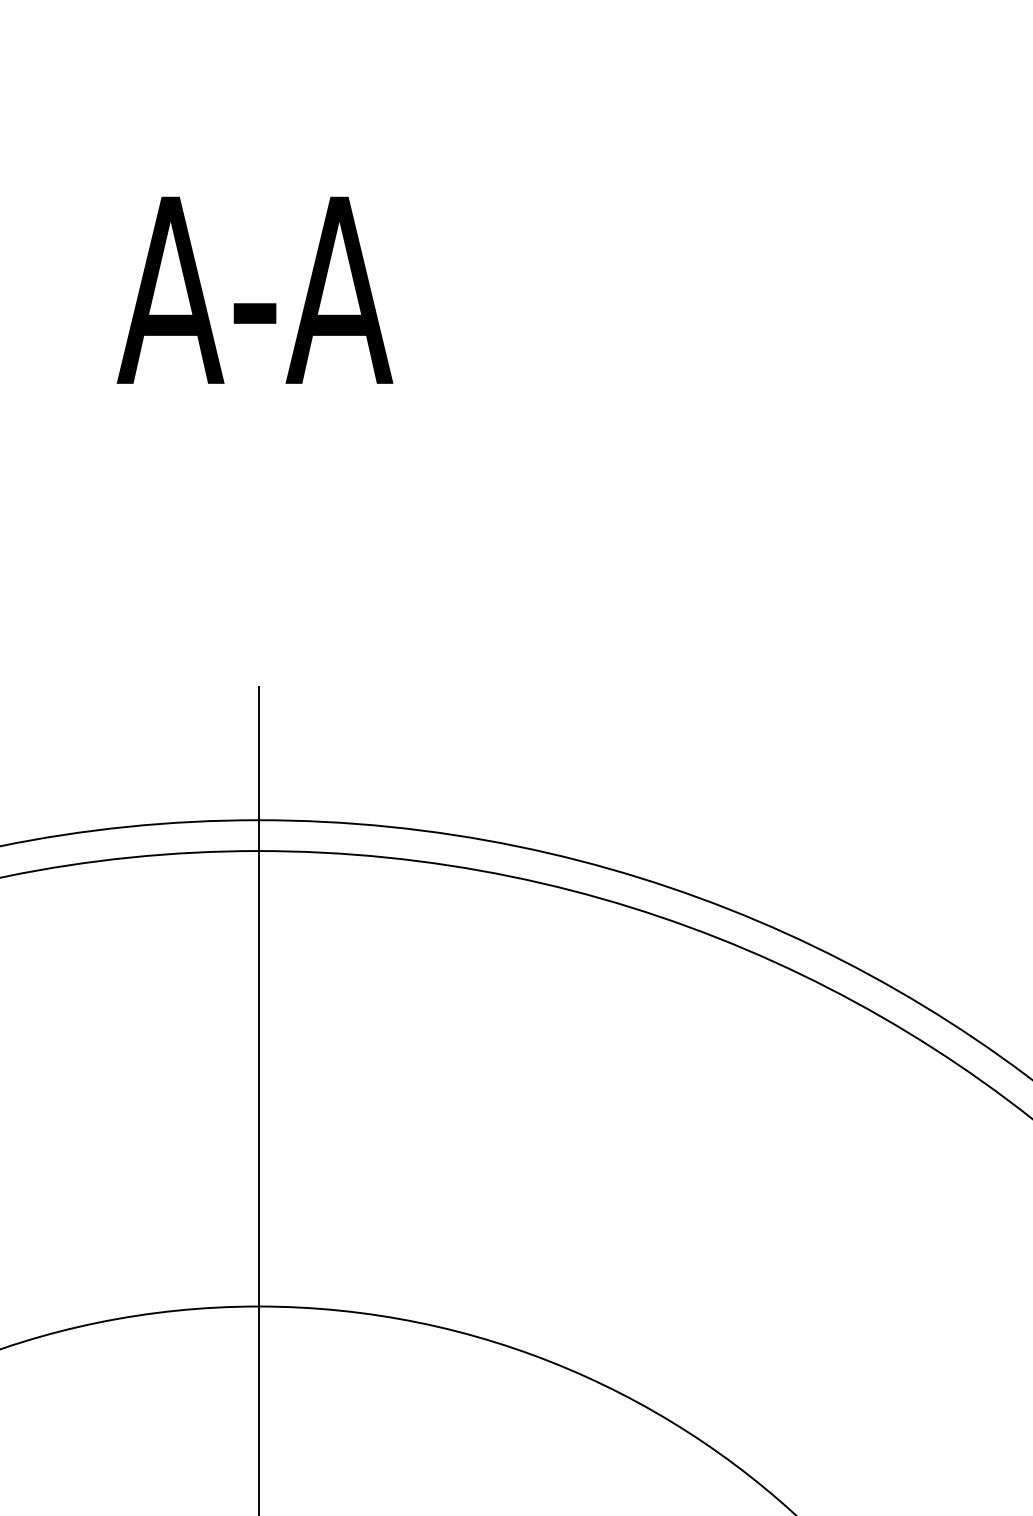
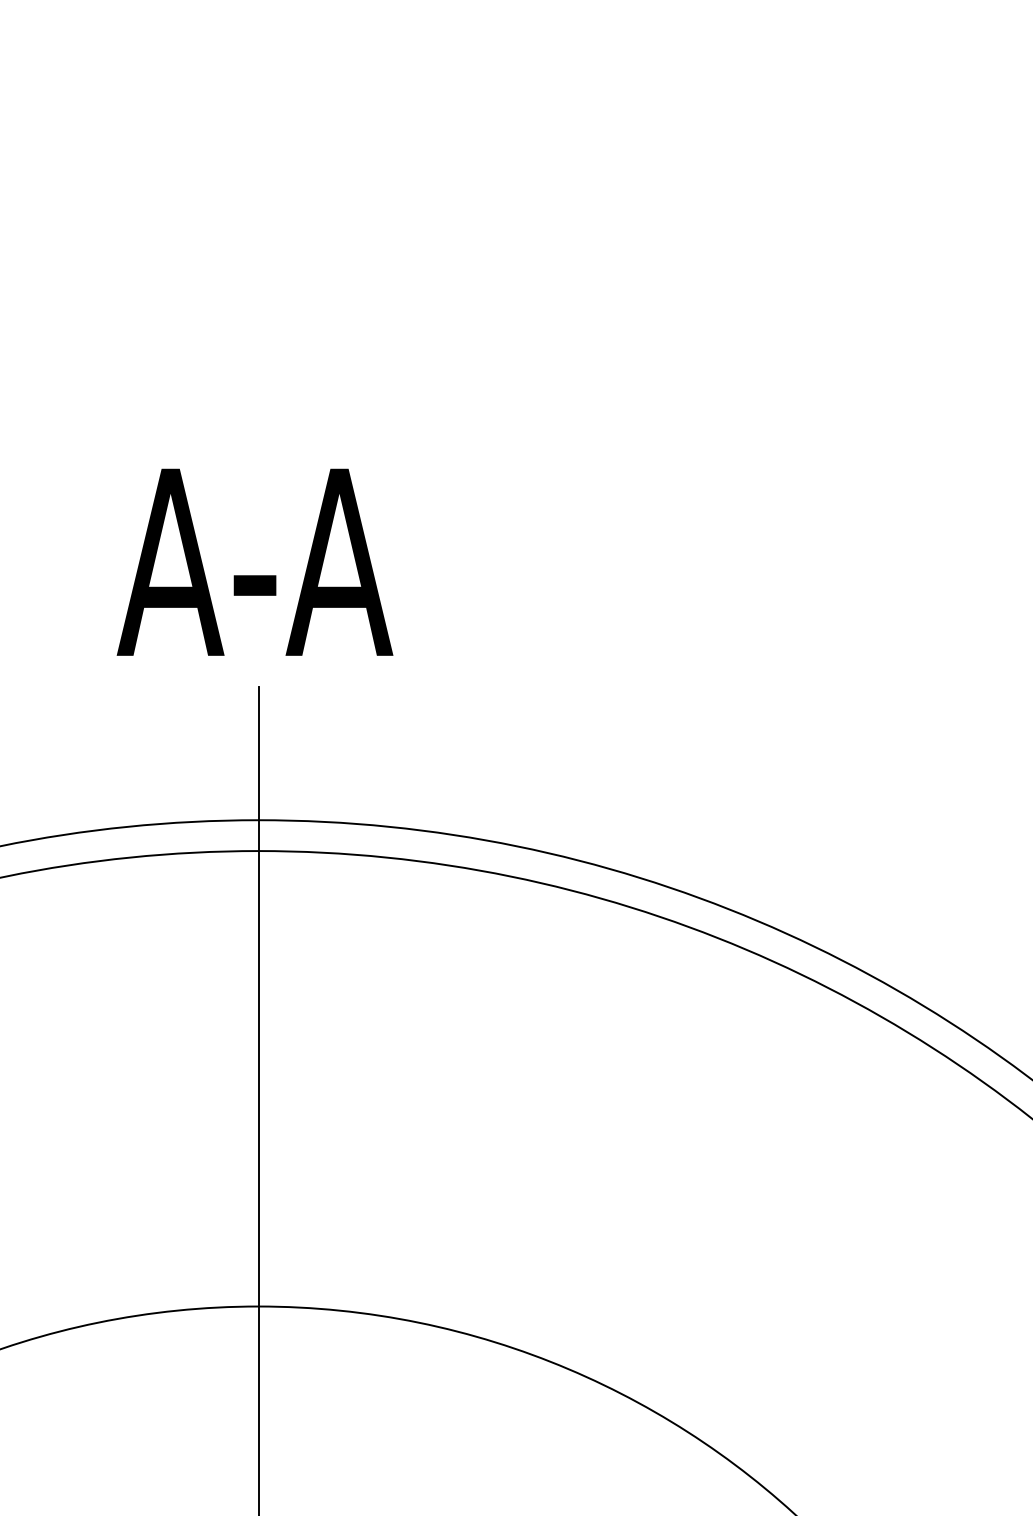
text at (254, 289) position: (254, 289) -> (254, 561)
